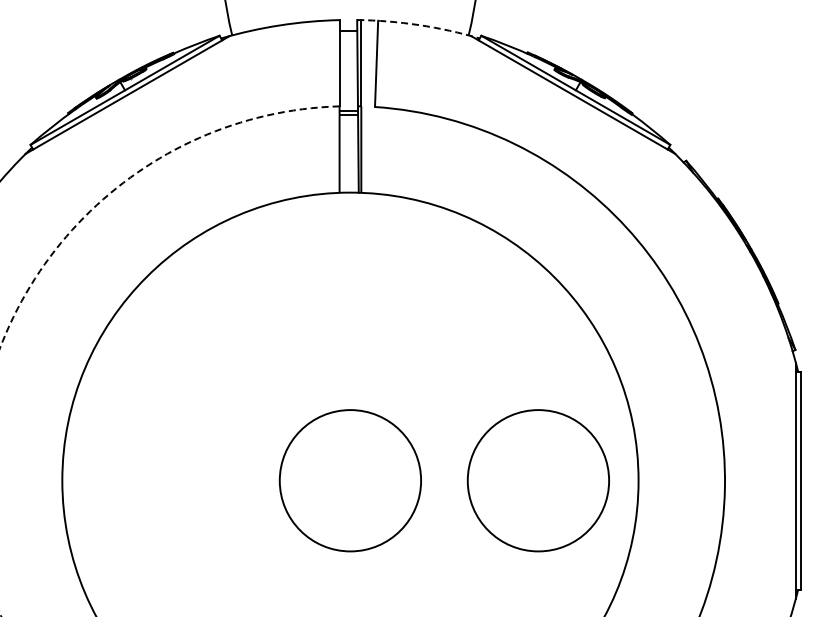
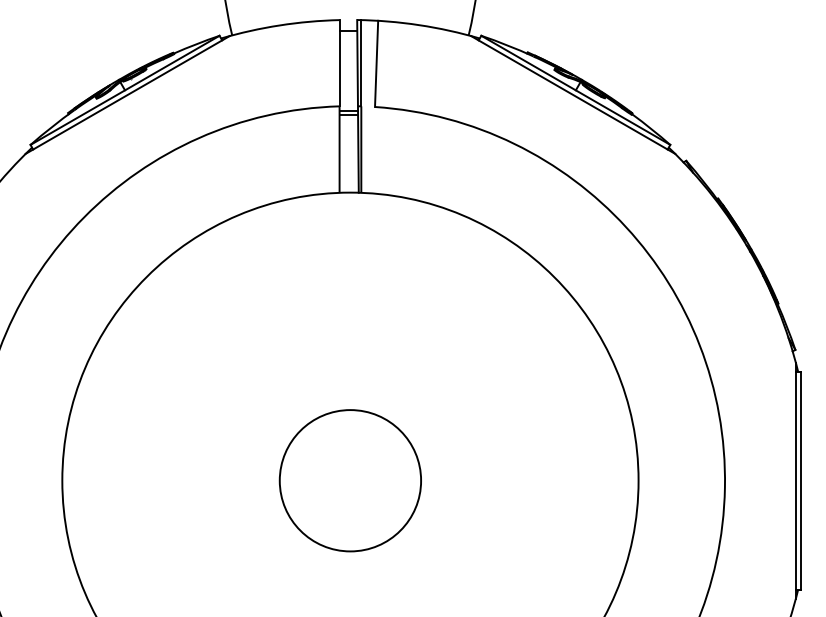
arc at (419, 25): dashed -> solid
arc at (130, 177): dashed -> solid
circle at (537, 480): present -> none
